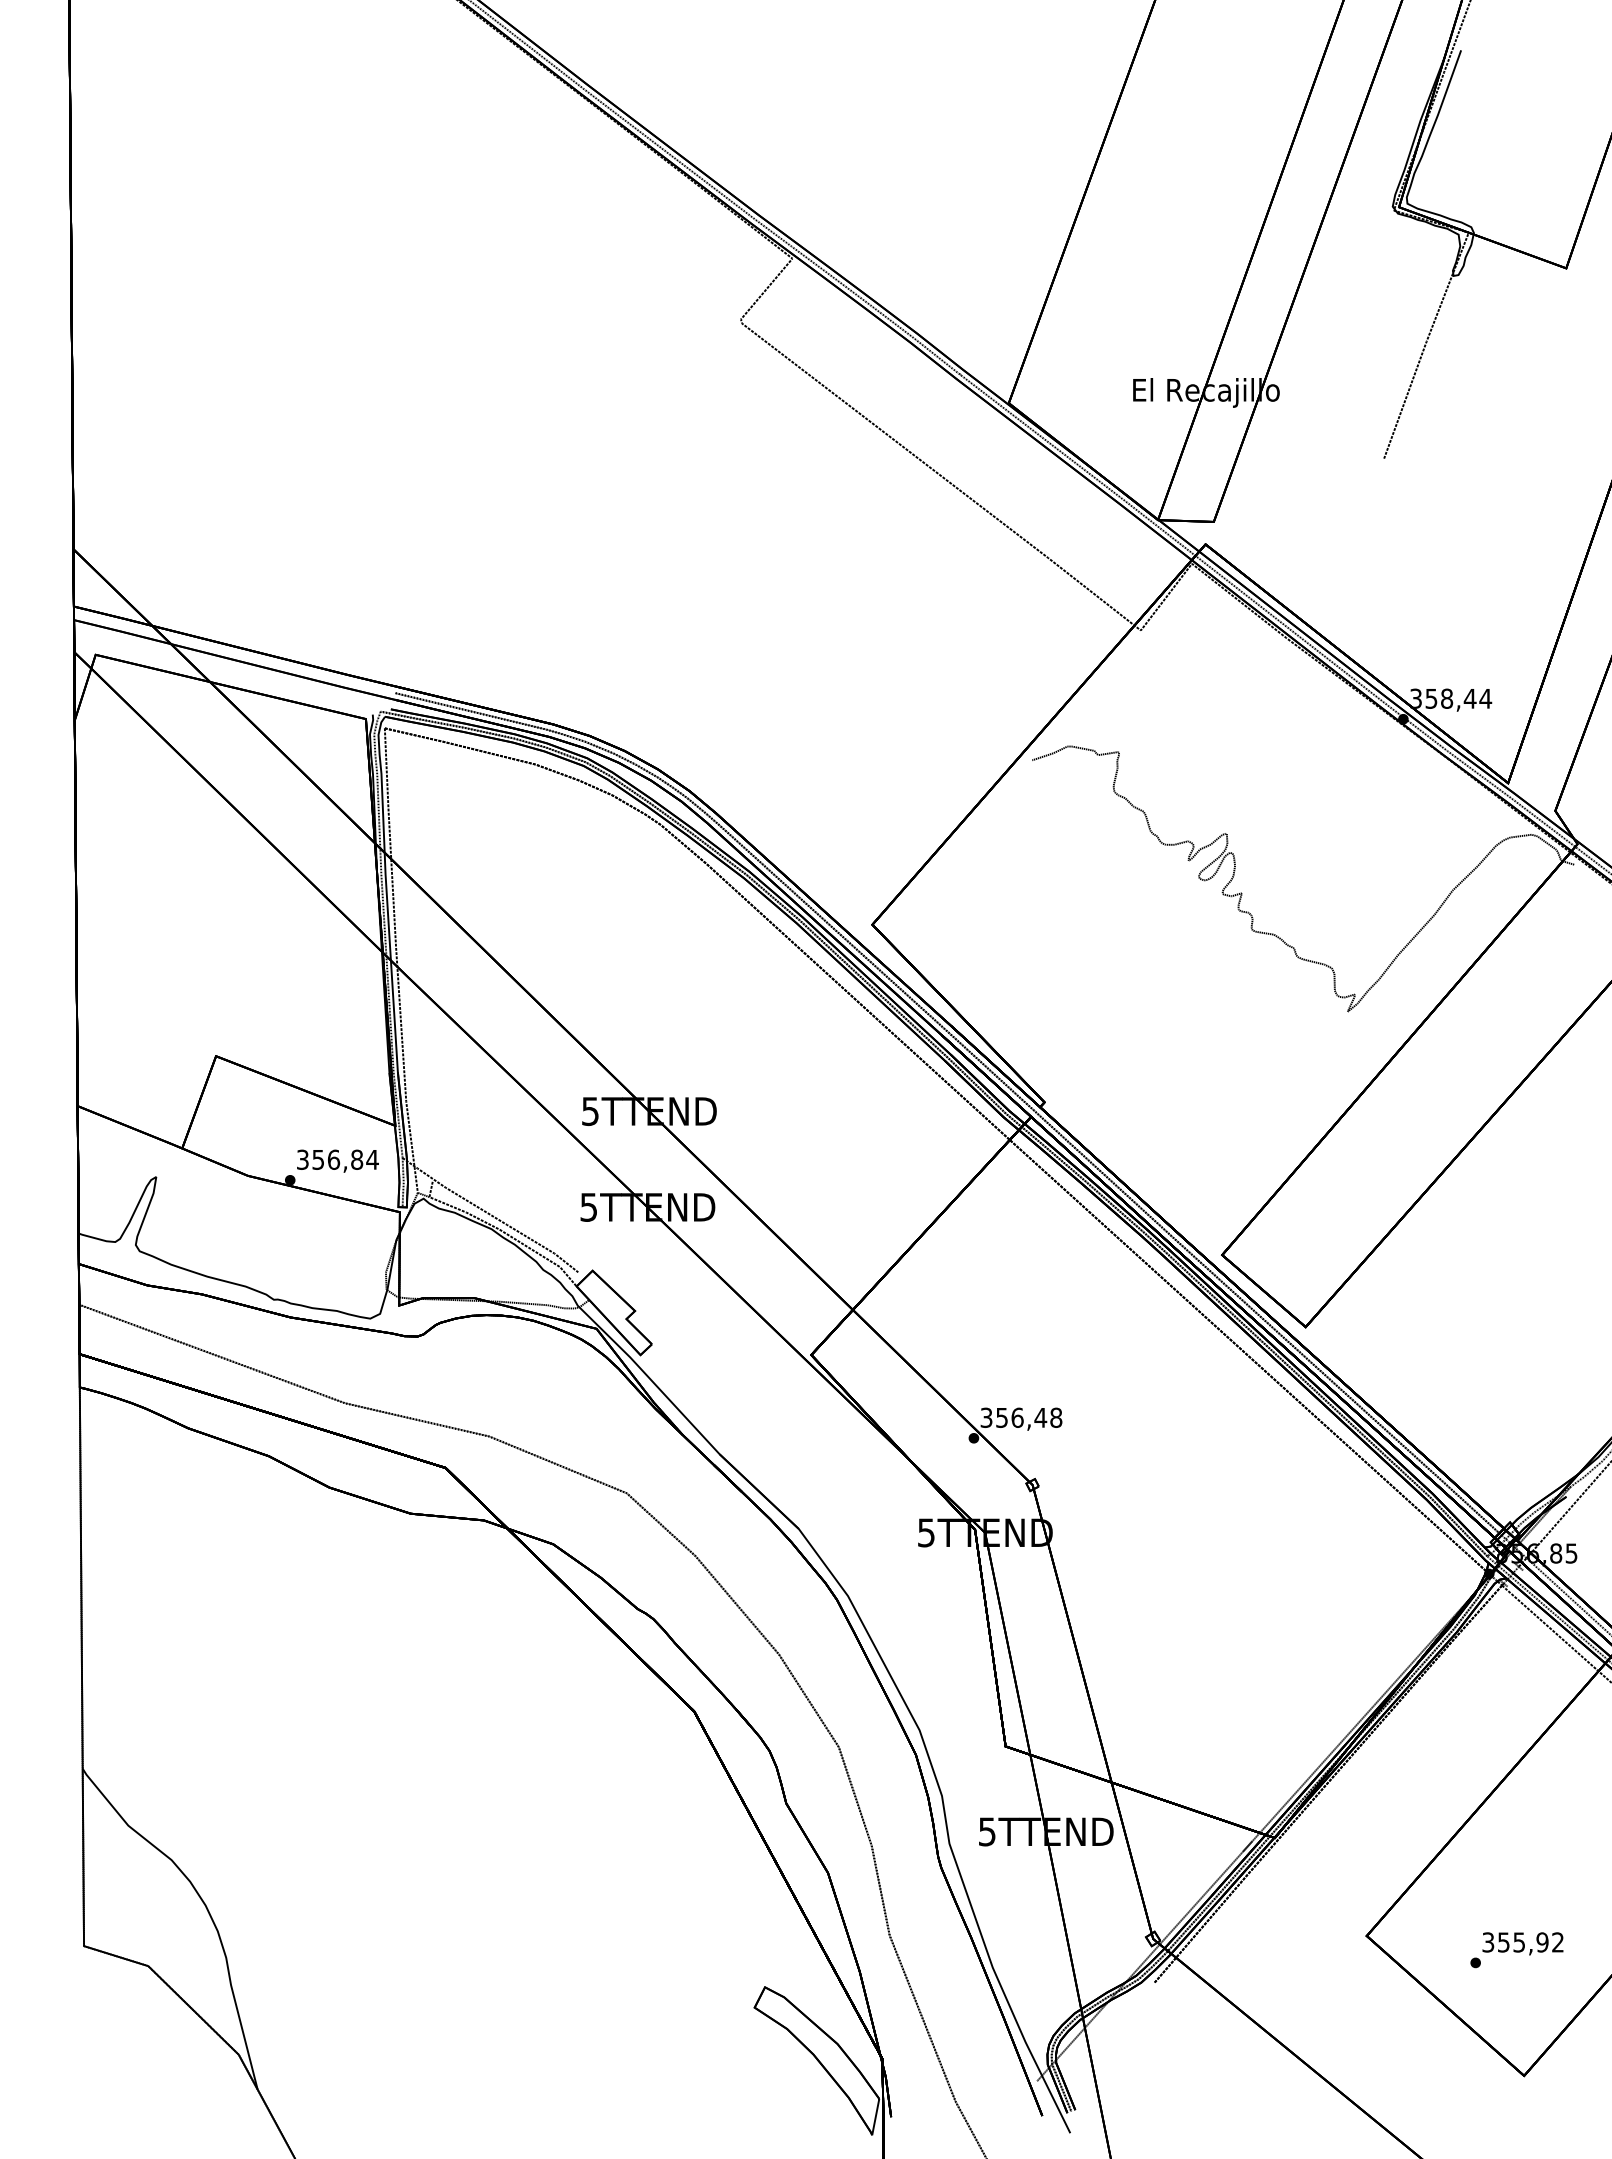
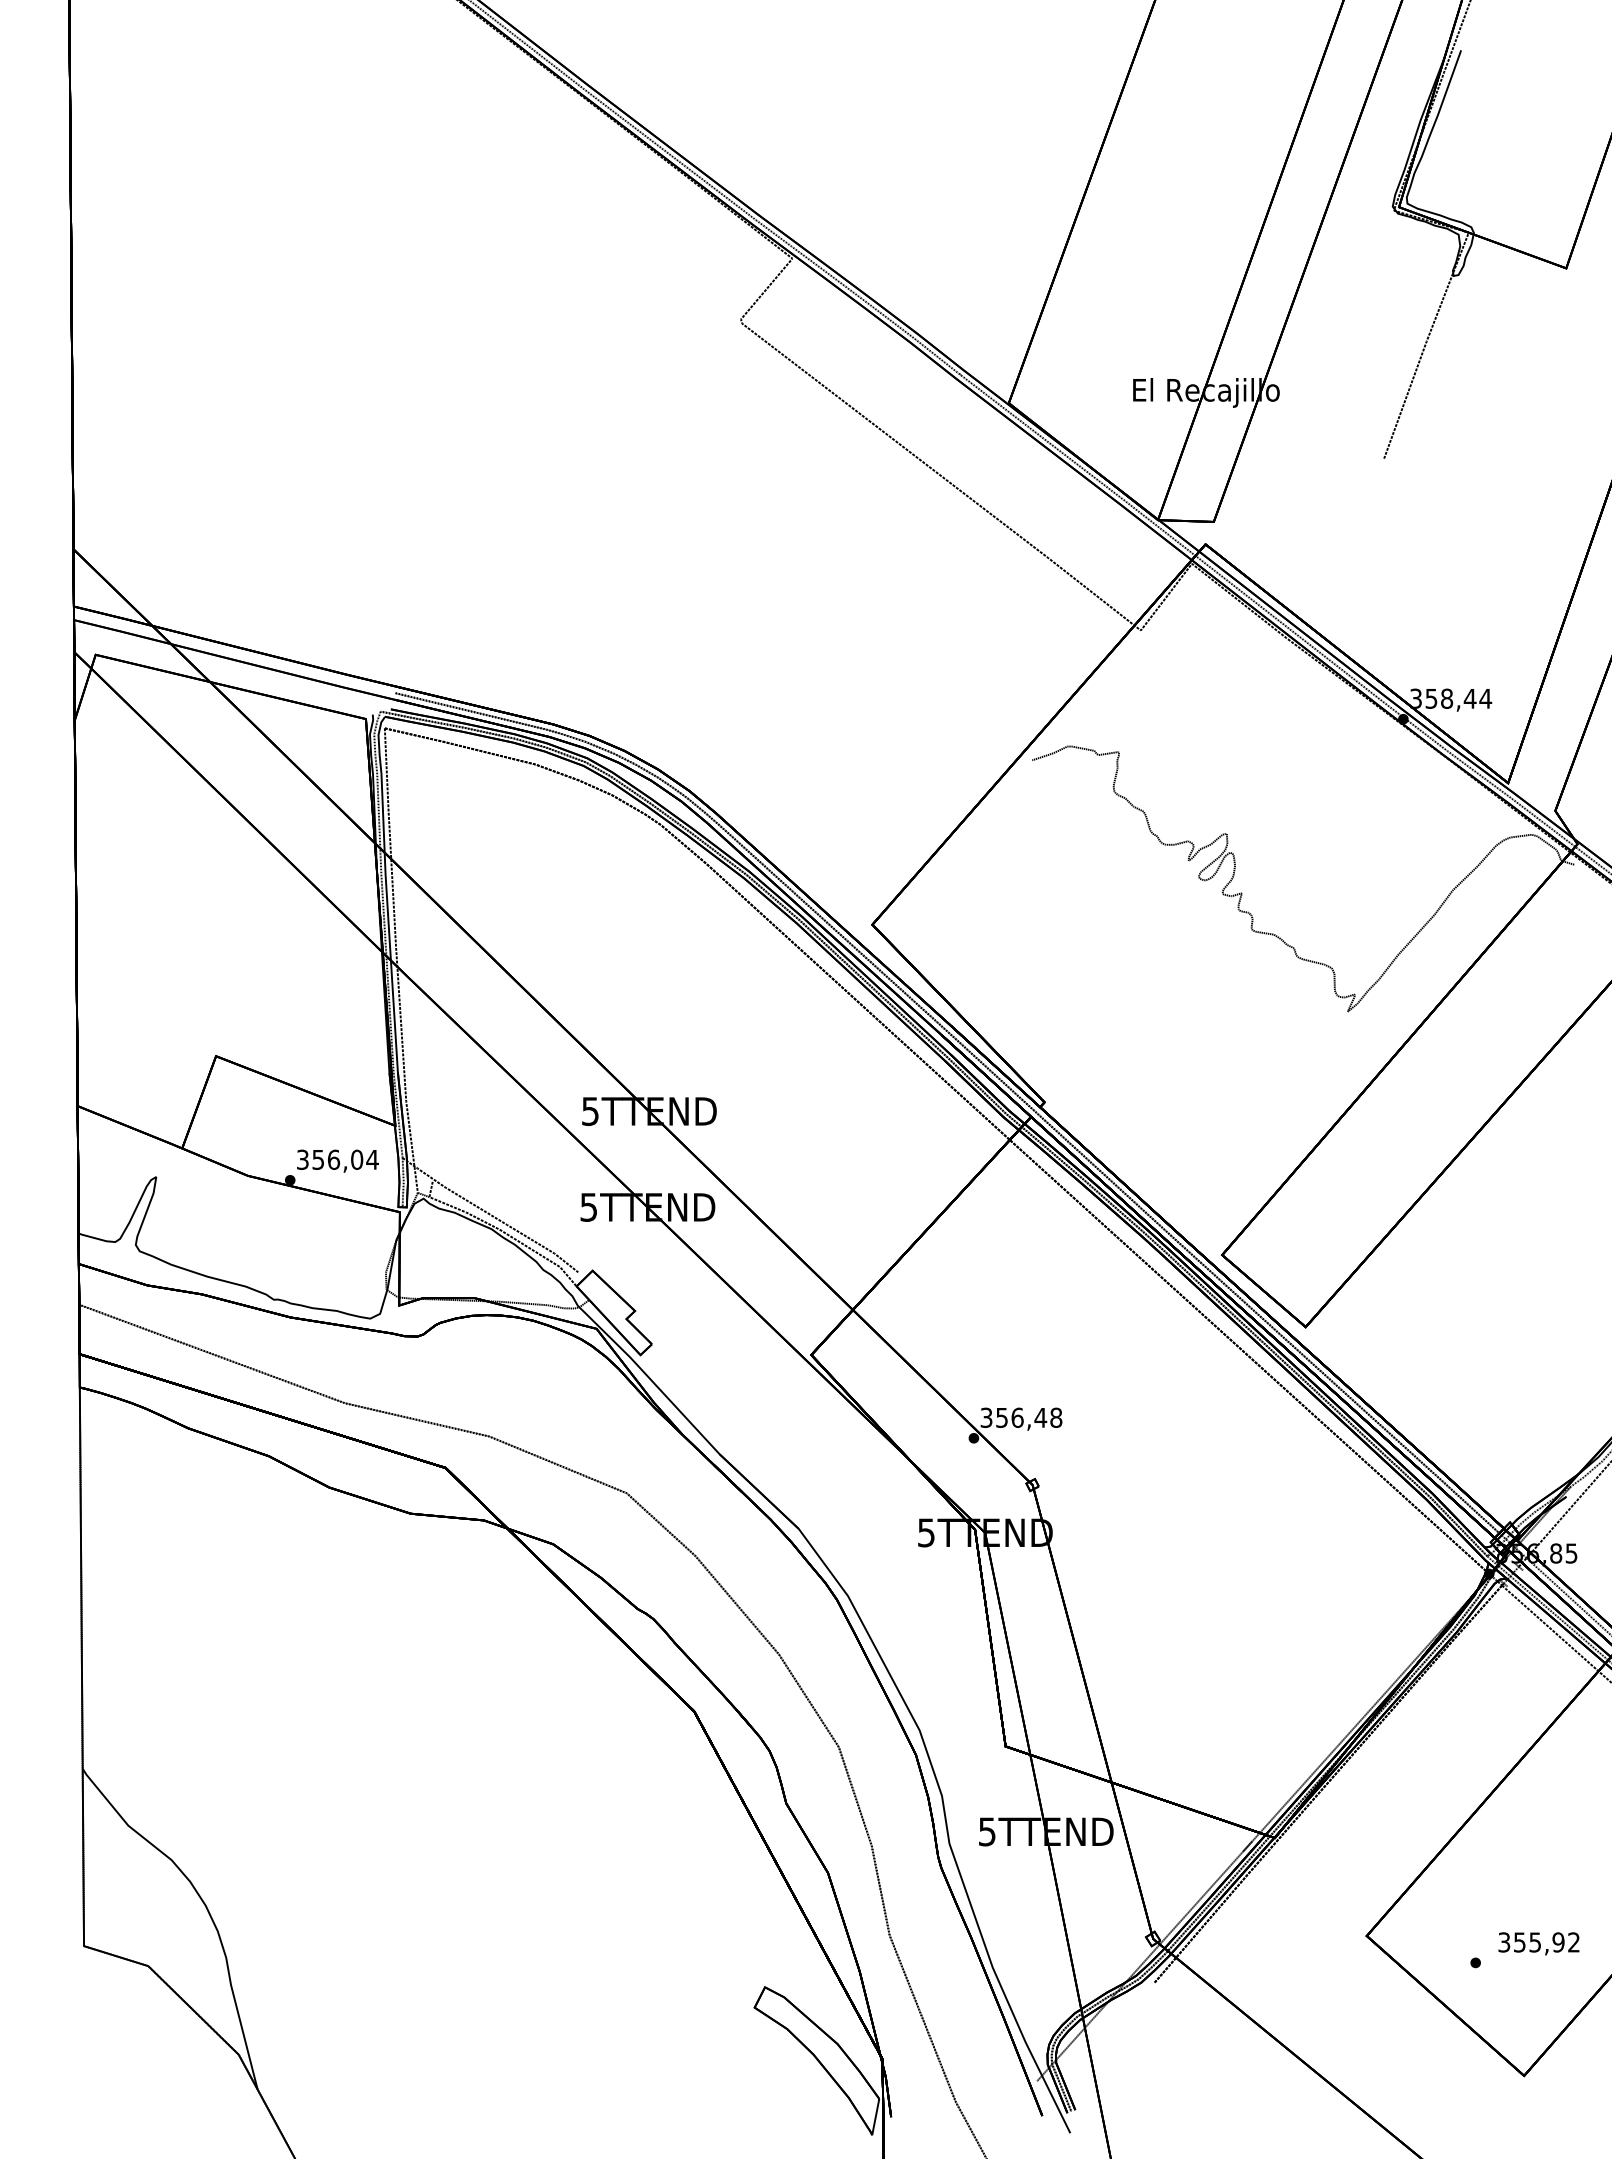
text at (357, 1159): 356,84 -> 356,04
text at (1522, 1943) position: (1522, 1943) -> (1538, 1943)
